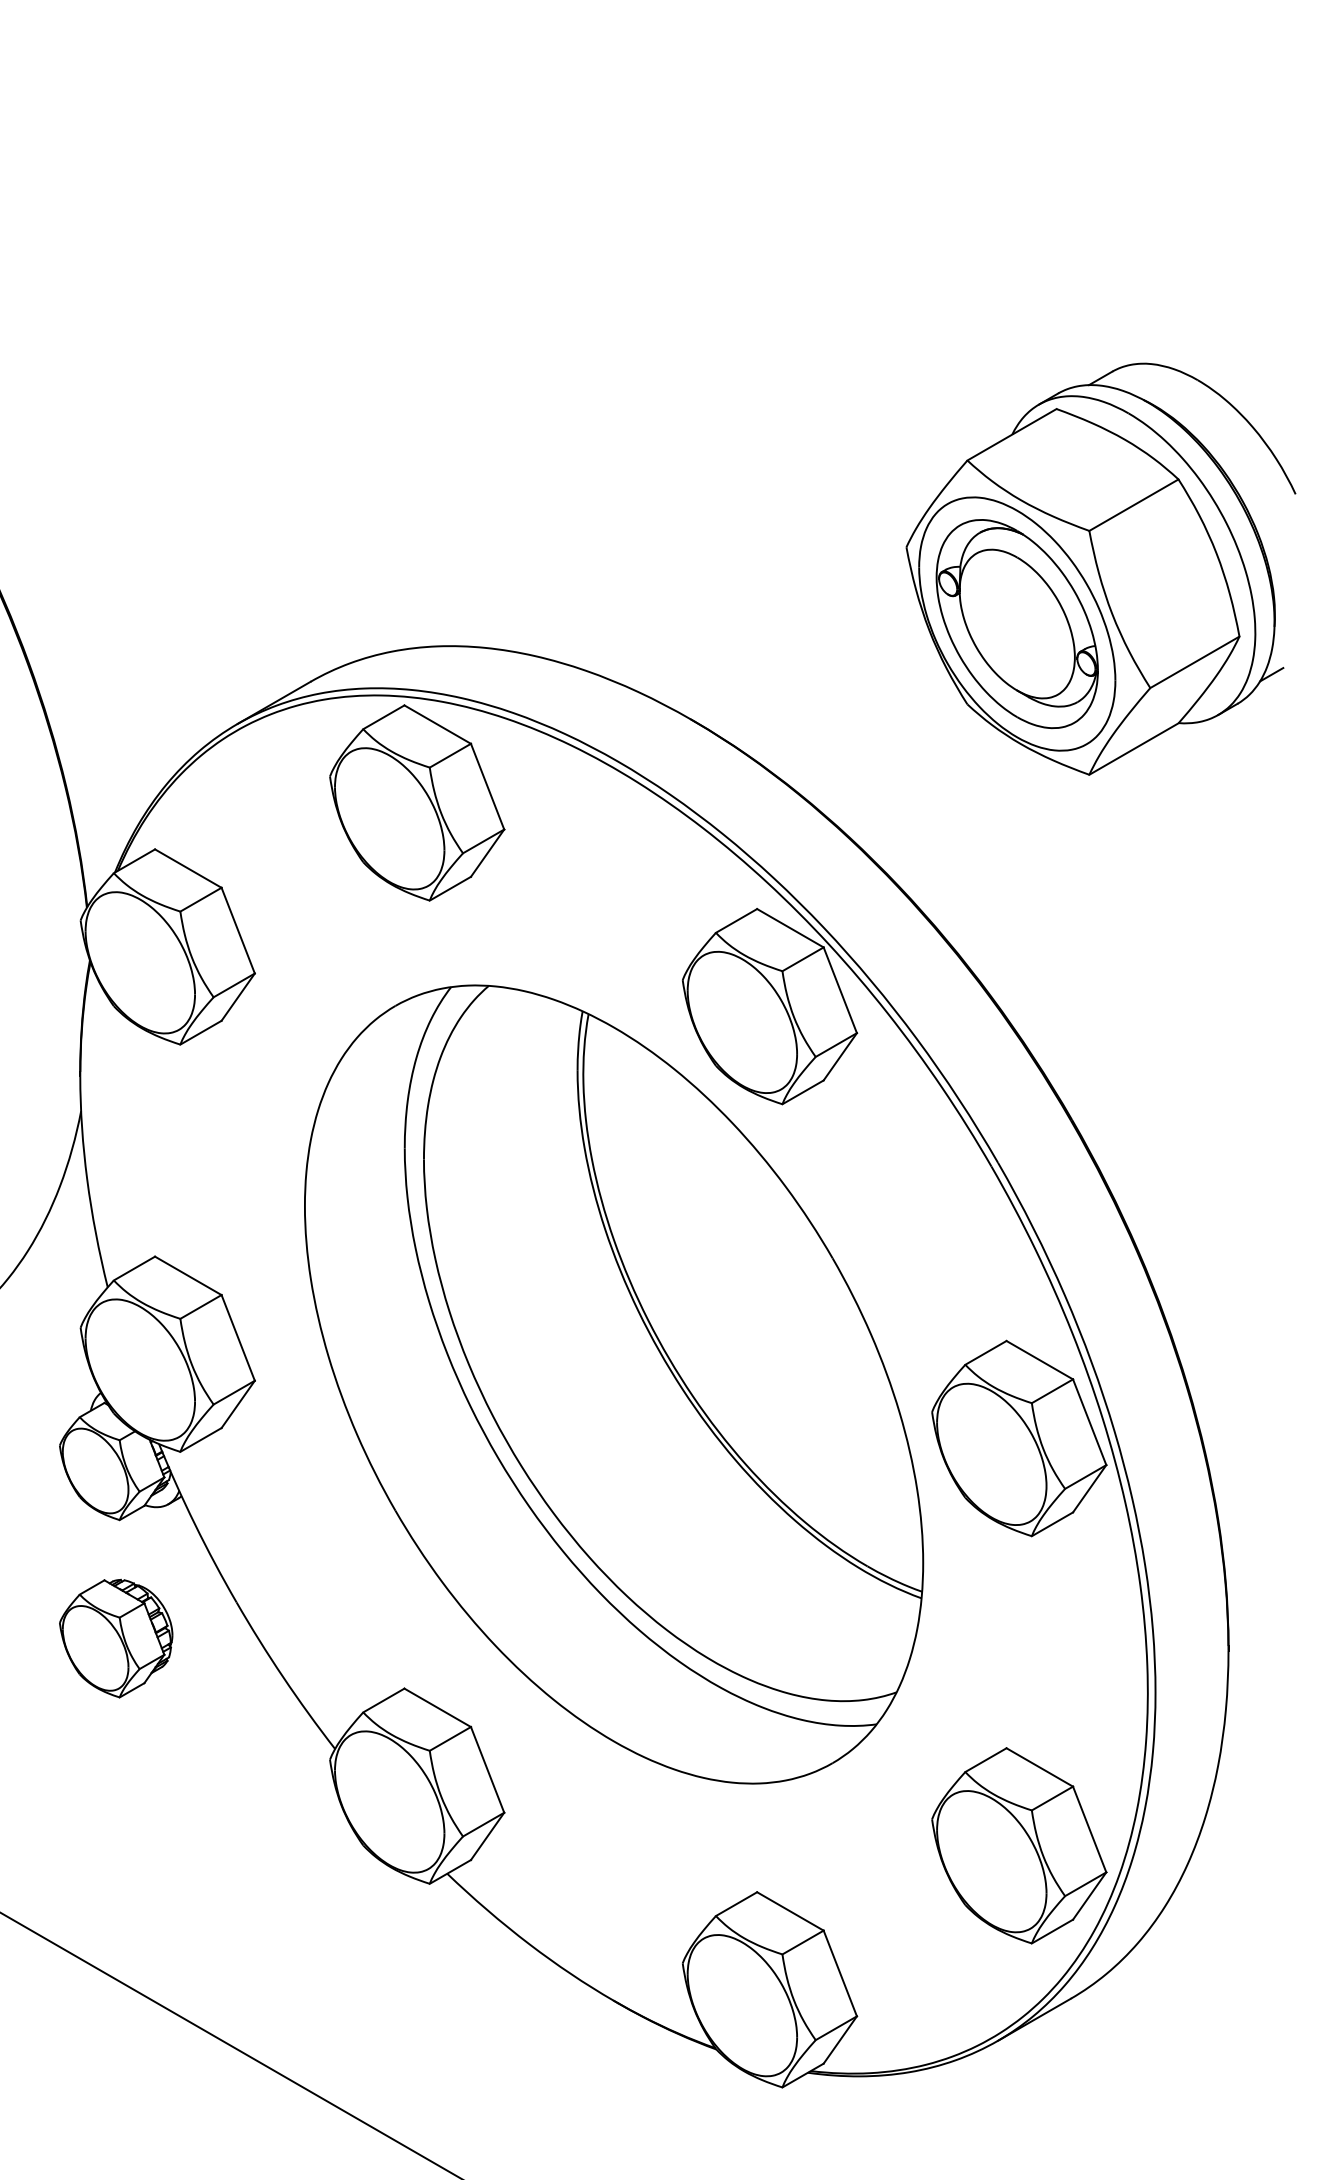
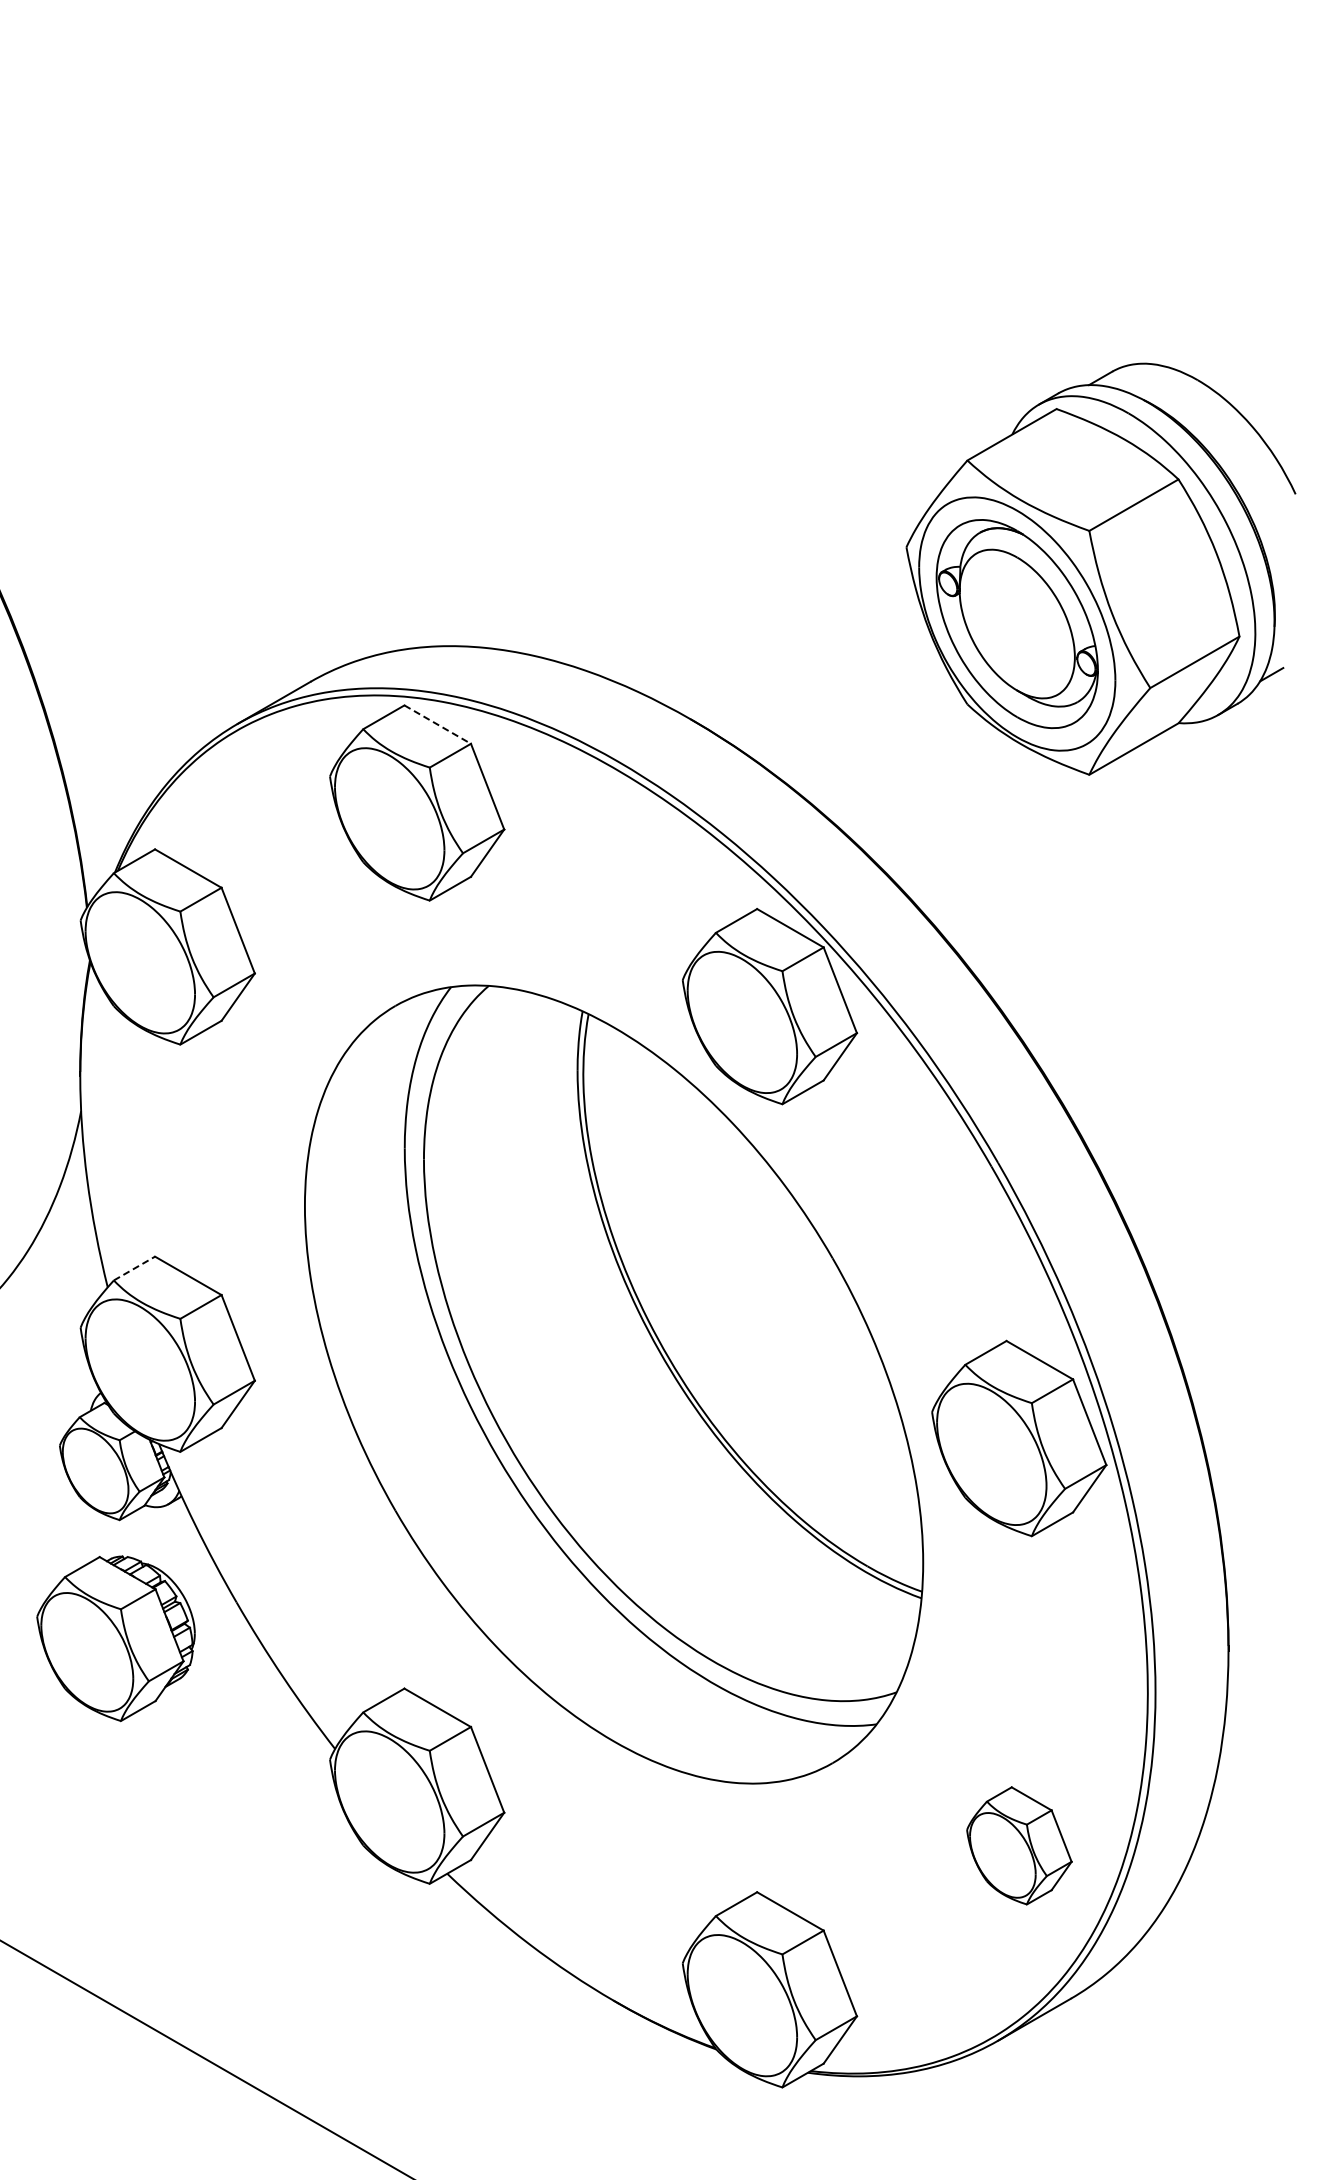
line at (438, 724): solid -> dashed
line at (134, 1268): solid -> dashed
part at (116, 1638) size: 115x121 px -> 160x168 px
part at (1019, 1845) size: 177x198 px -> 107x120 px
line at (229, 2044) position: (229, 2044) -> (205, 2058)
